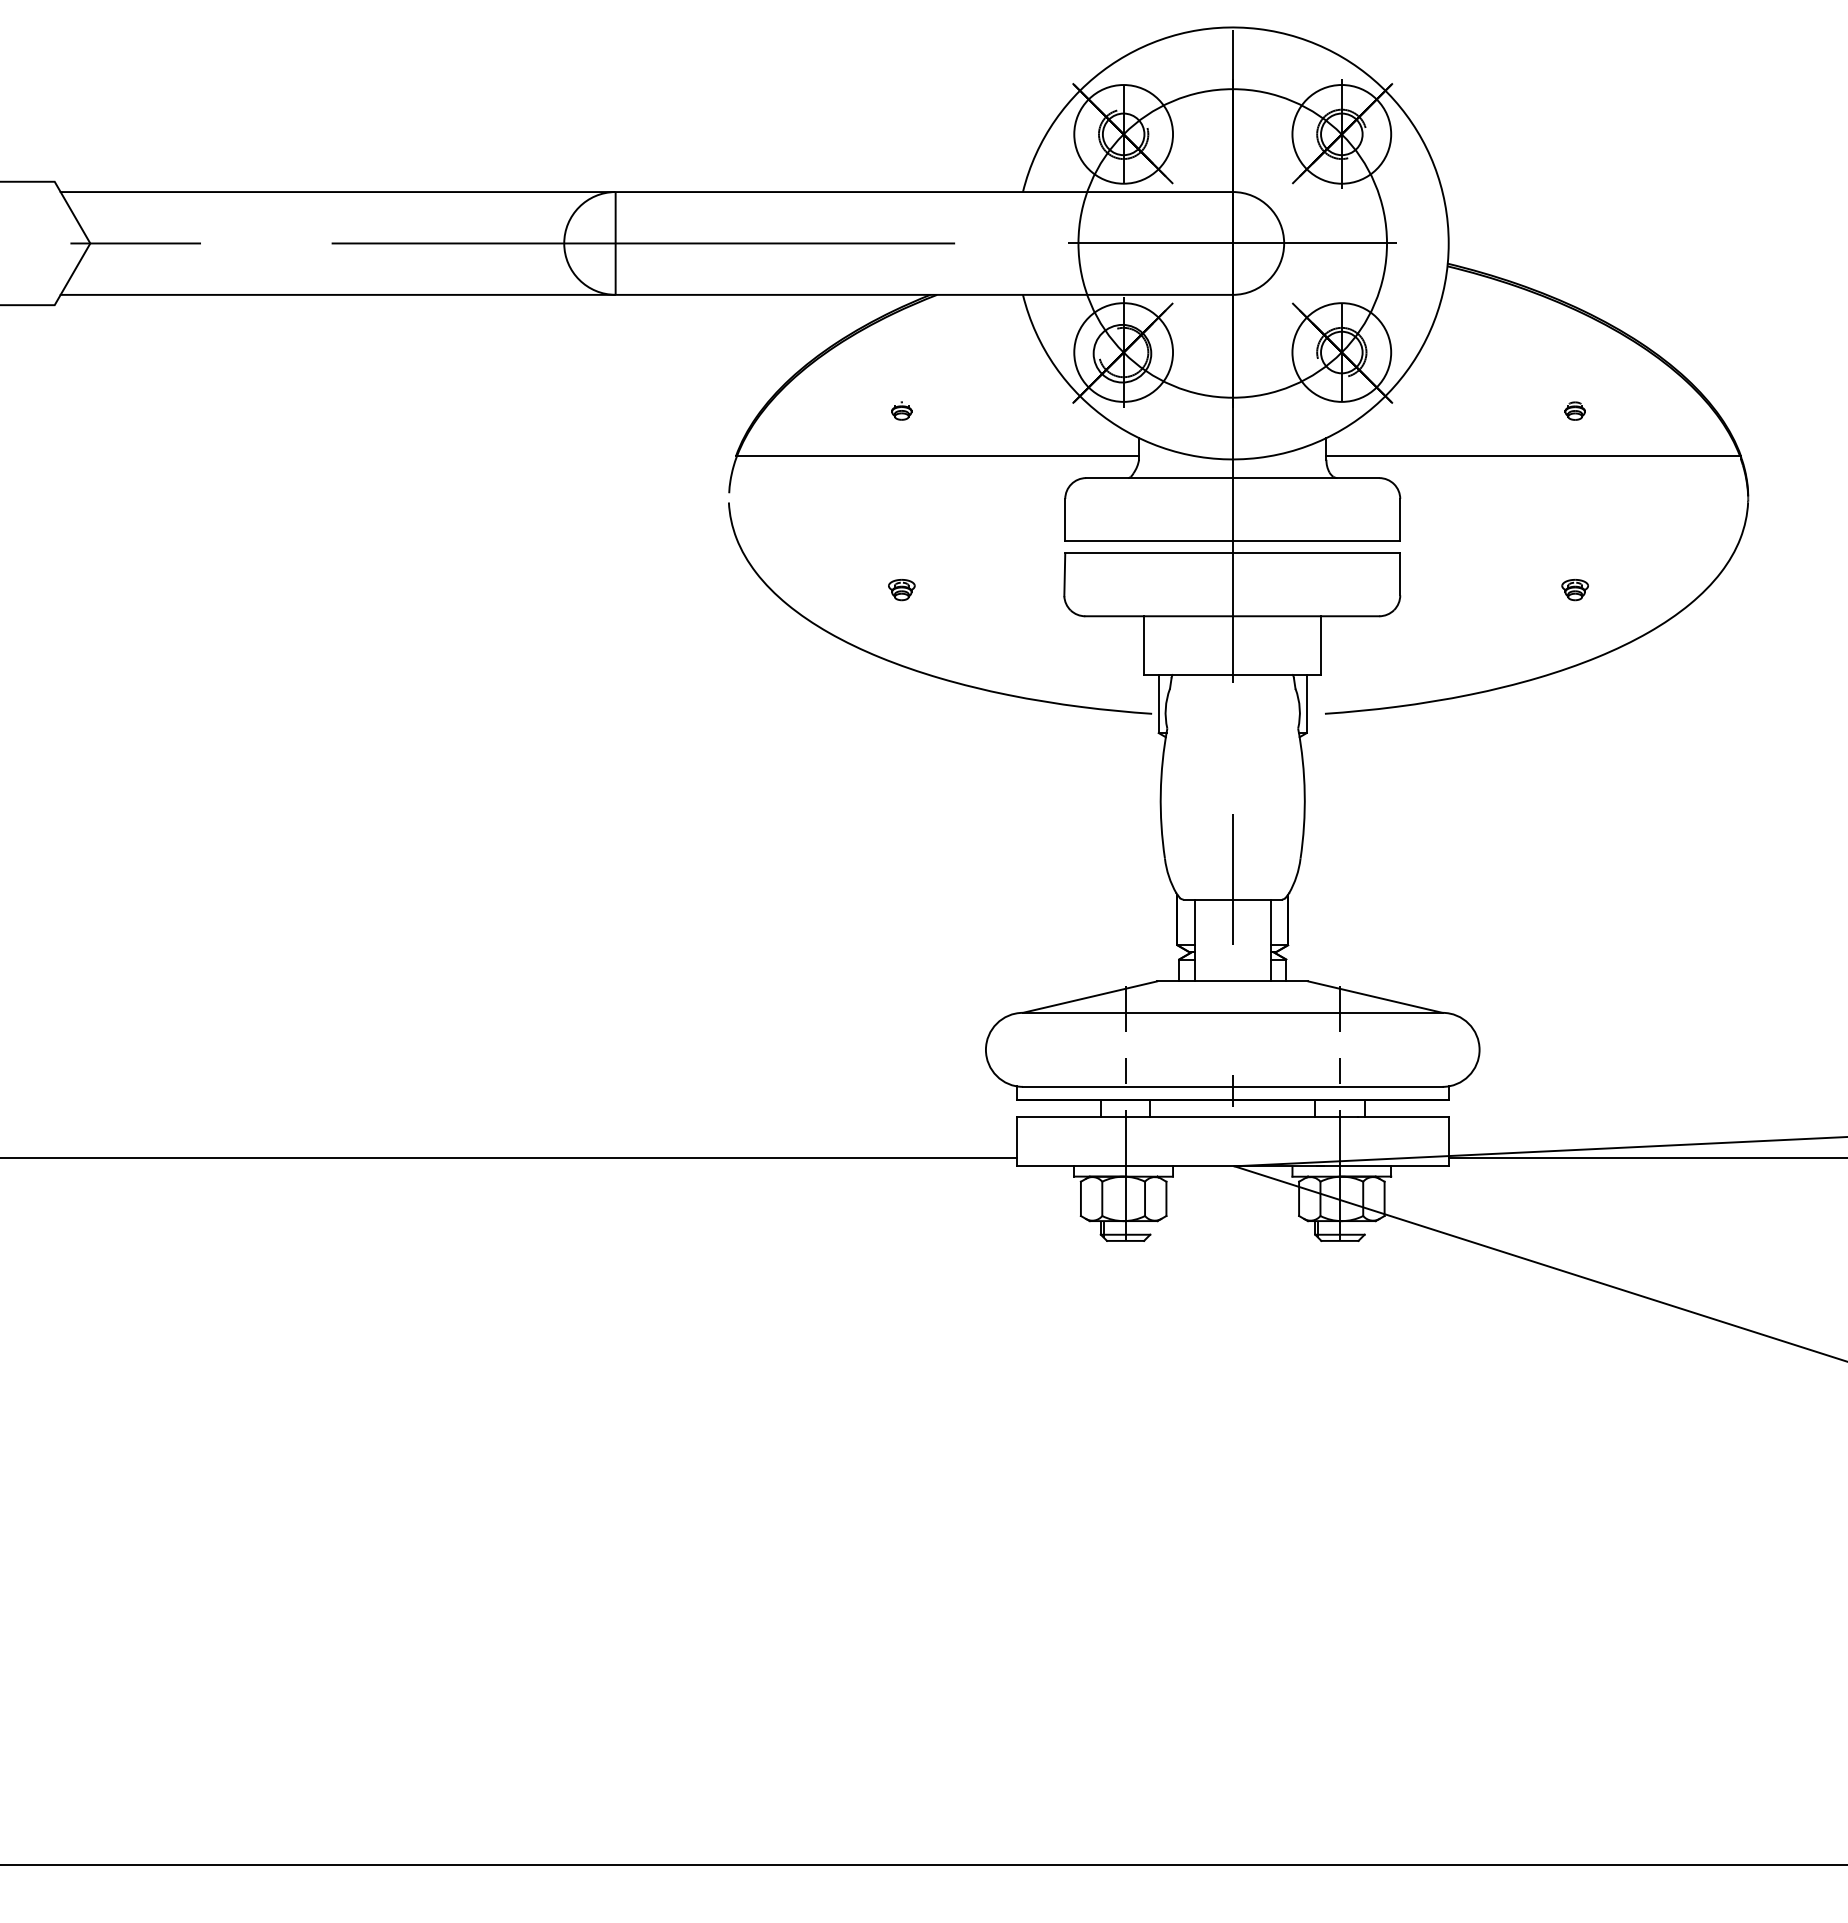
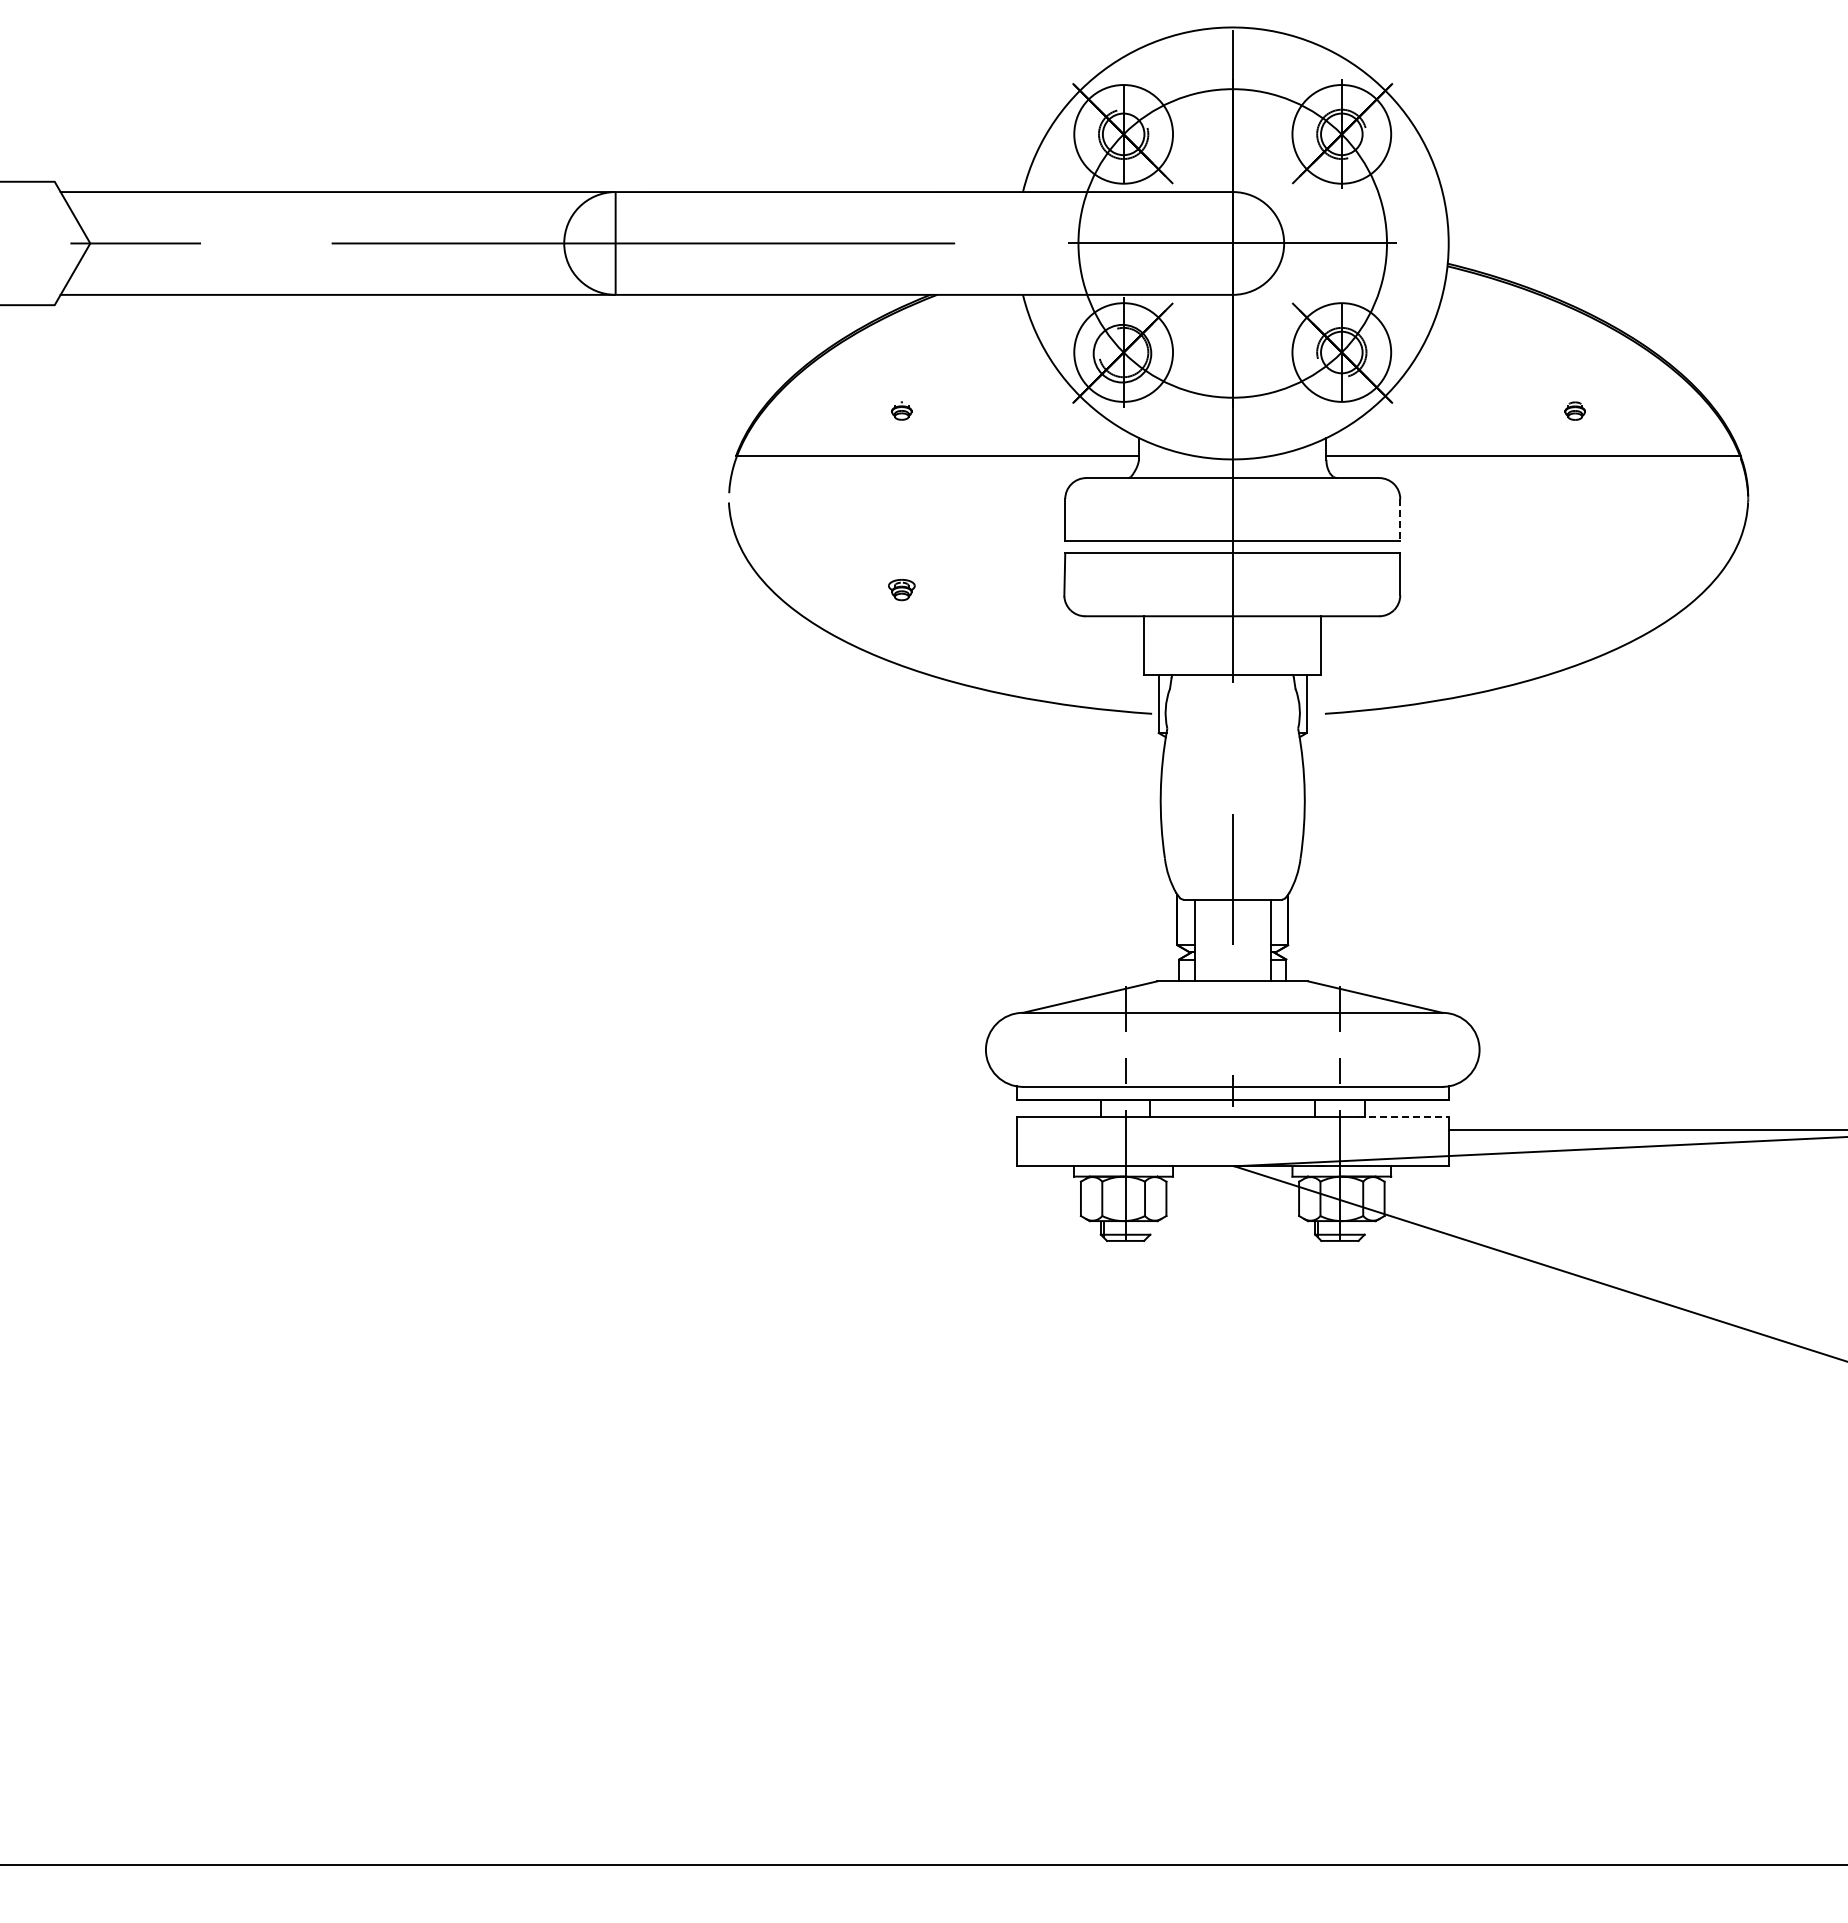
line at (1400, 519): solid -> dashed
part at (1574, 590): present -> none
line at (1403, 1116): solid -> dashed
line at (509, 1158): present -> none
line at (1646, 1158) position: (1646, 1158) -> (1646, 1130)
